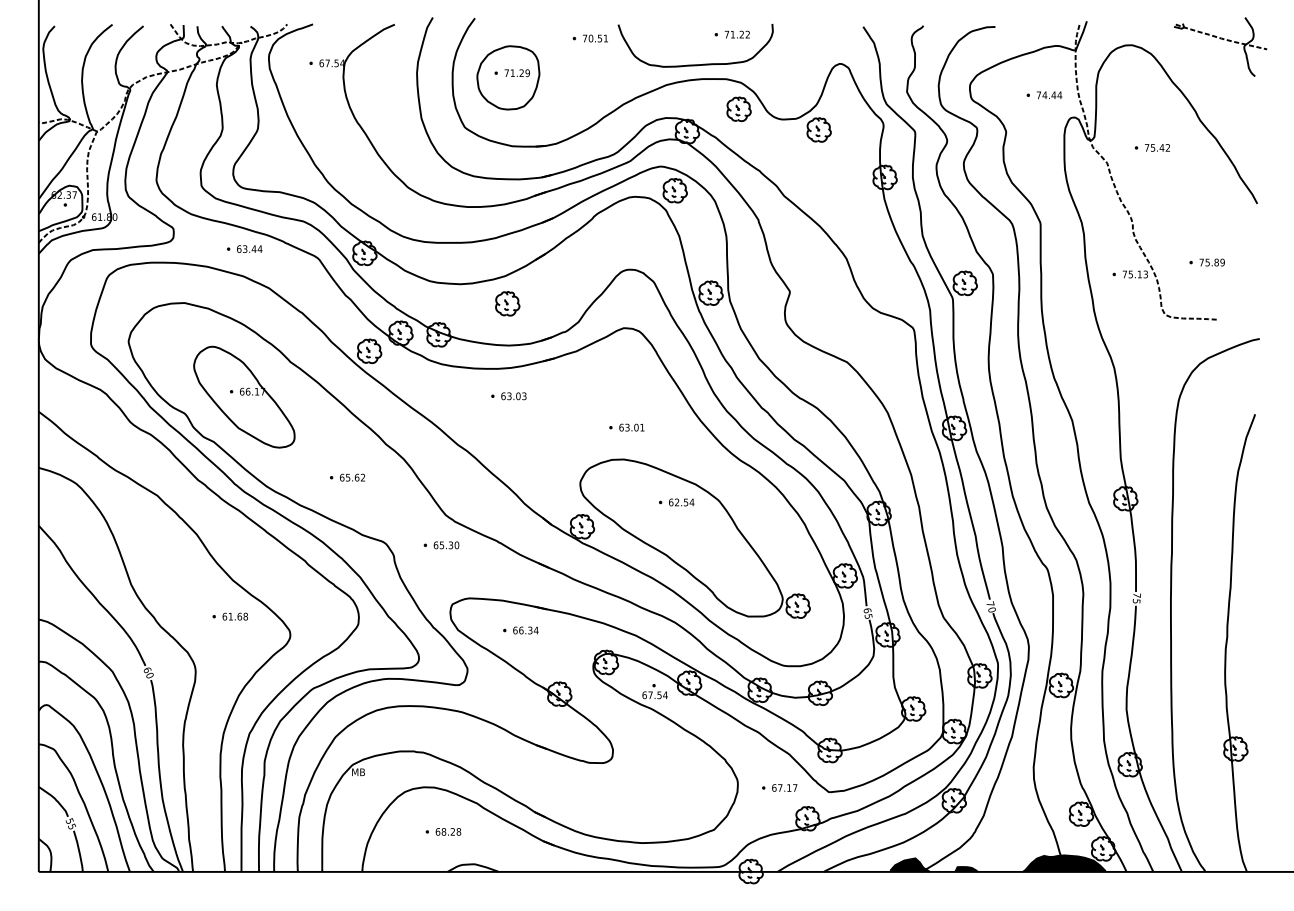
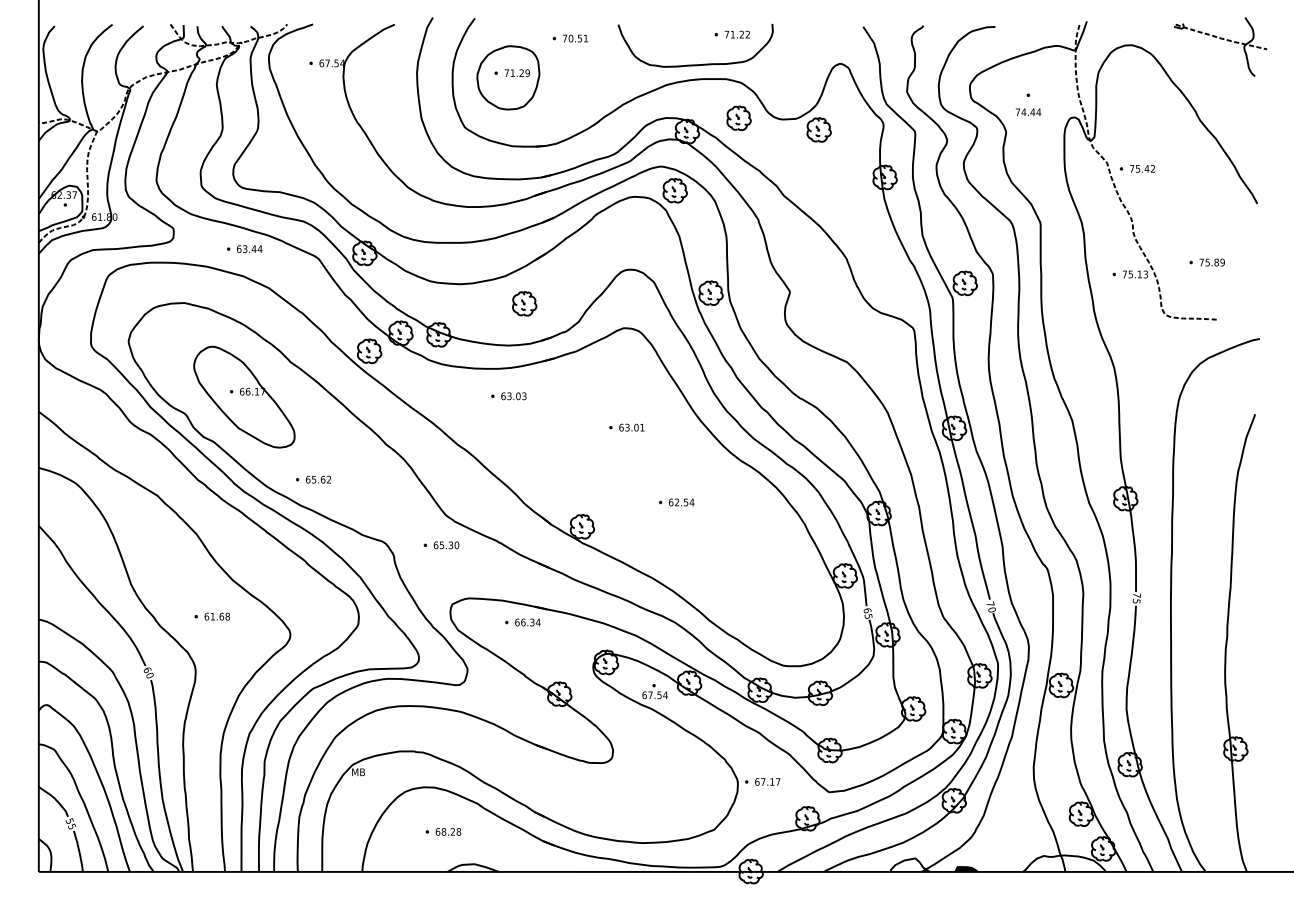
part at (589, 38) position: (589, 38) -> (569, 38)
text at (1049, 95) position: (1049, 95) -> (1028, 112)
part at (738, 109) position: (738, 109) -> (738, 118)
part at (1151, 147) position: (1151, 147) -> (1136, 168)
part at (507, 303) position: (507, 303) -> (524, 303)
part at (347, 477) position: (347, 477) -> (313, 479)
part at (694, 538): present -> none
part at (229, 616) position: (229, 616) -> (211, 616)
part at (520, 630) position: (520, 630) -> (522, 622)
part at (779, 787) position: (779, 787) -> (762, 781)
fill at (1063, 863): present -> none
fill at (909, 864): present -> none
